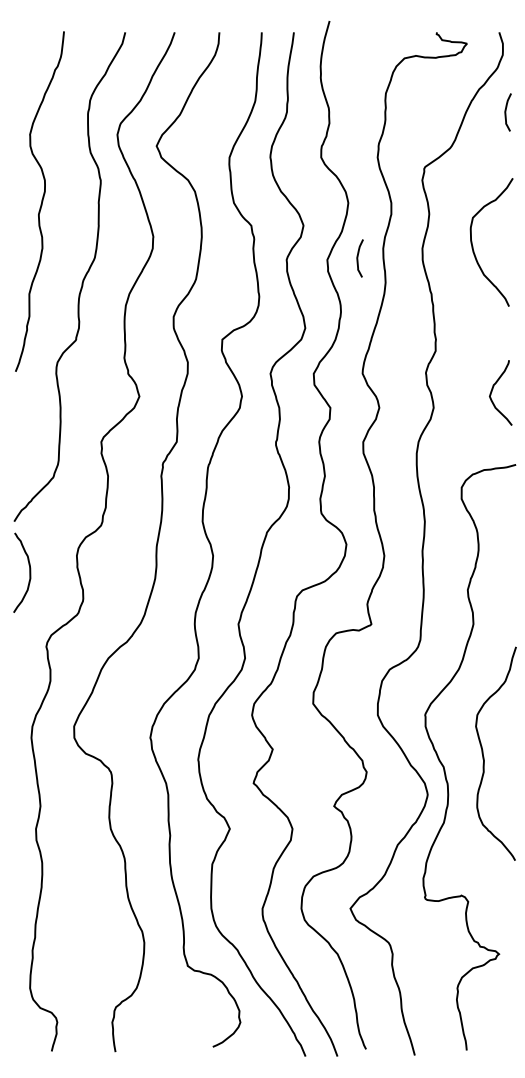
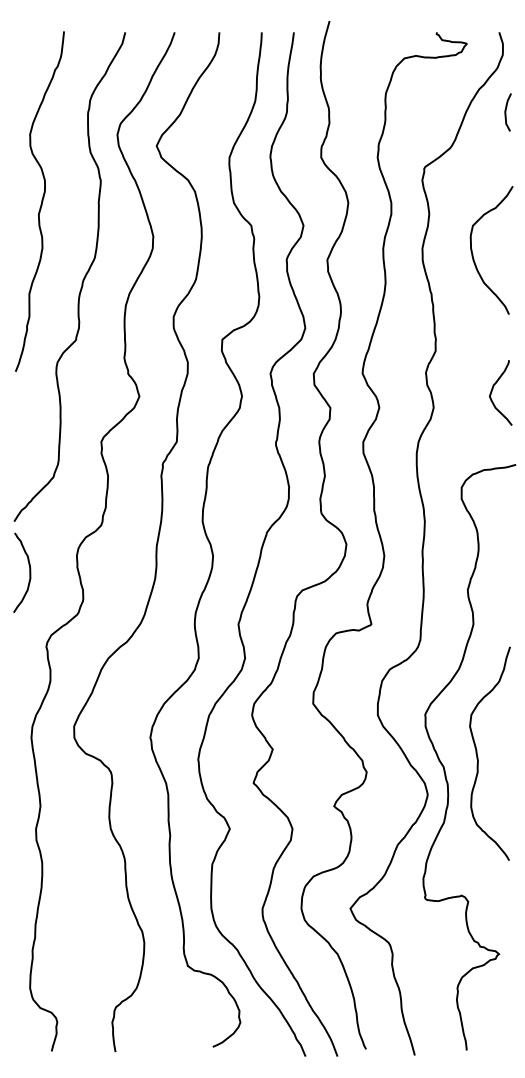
curve at (473, 246) position: (473, 246) -> (473, 254)
curve at (358, 258): present -> none
curve at (484, 756) position: (484, 756) -> (478, 756)
